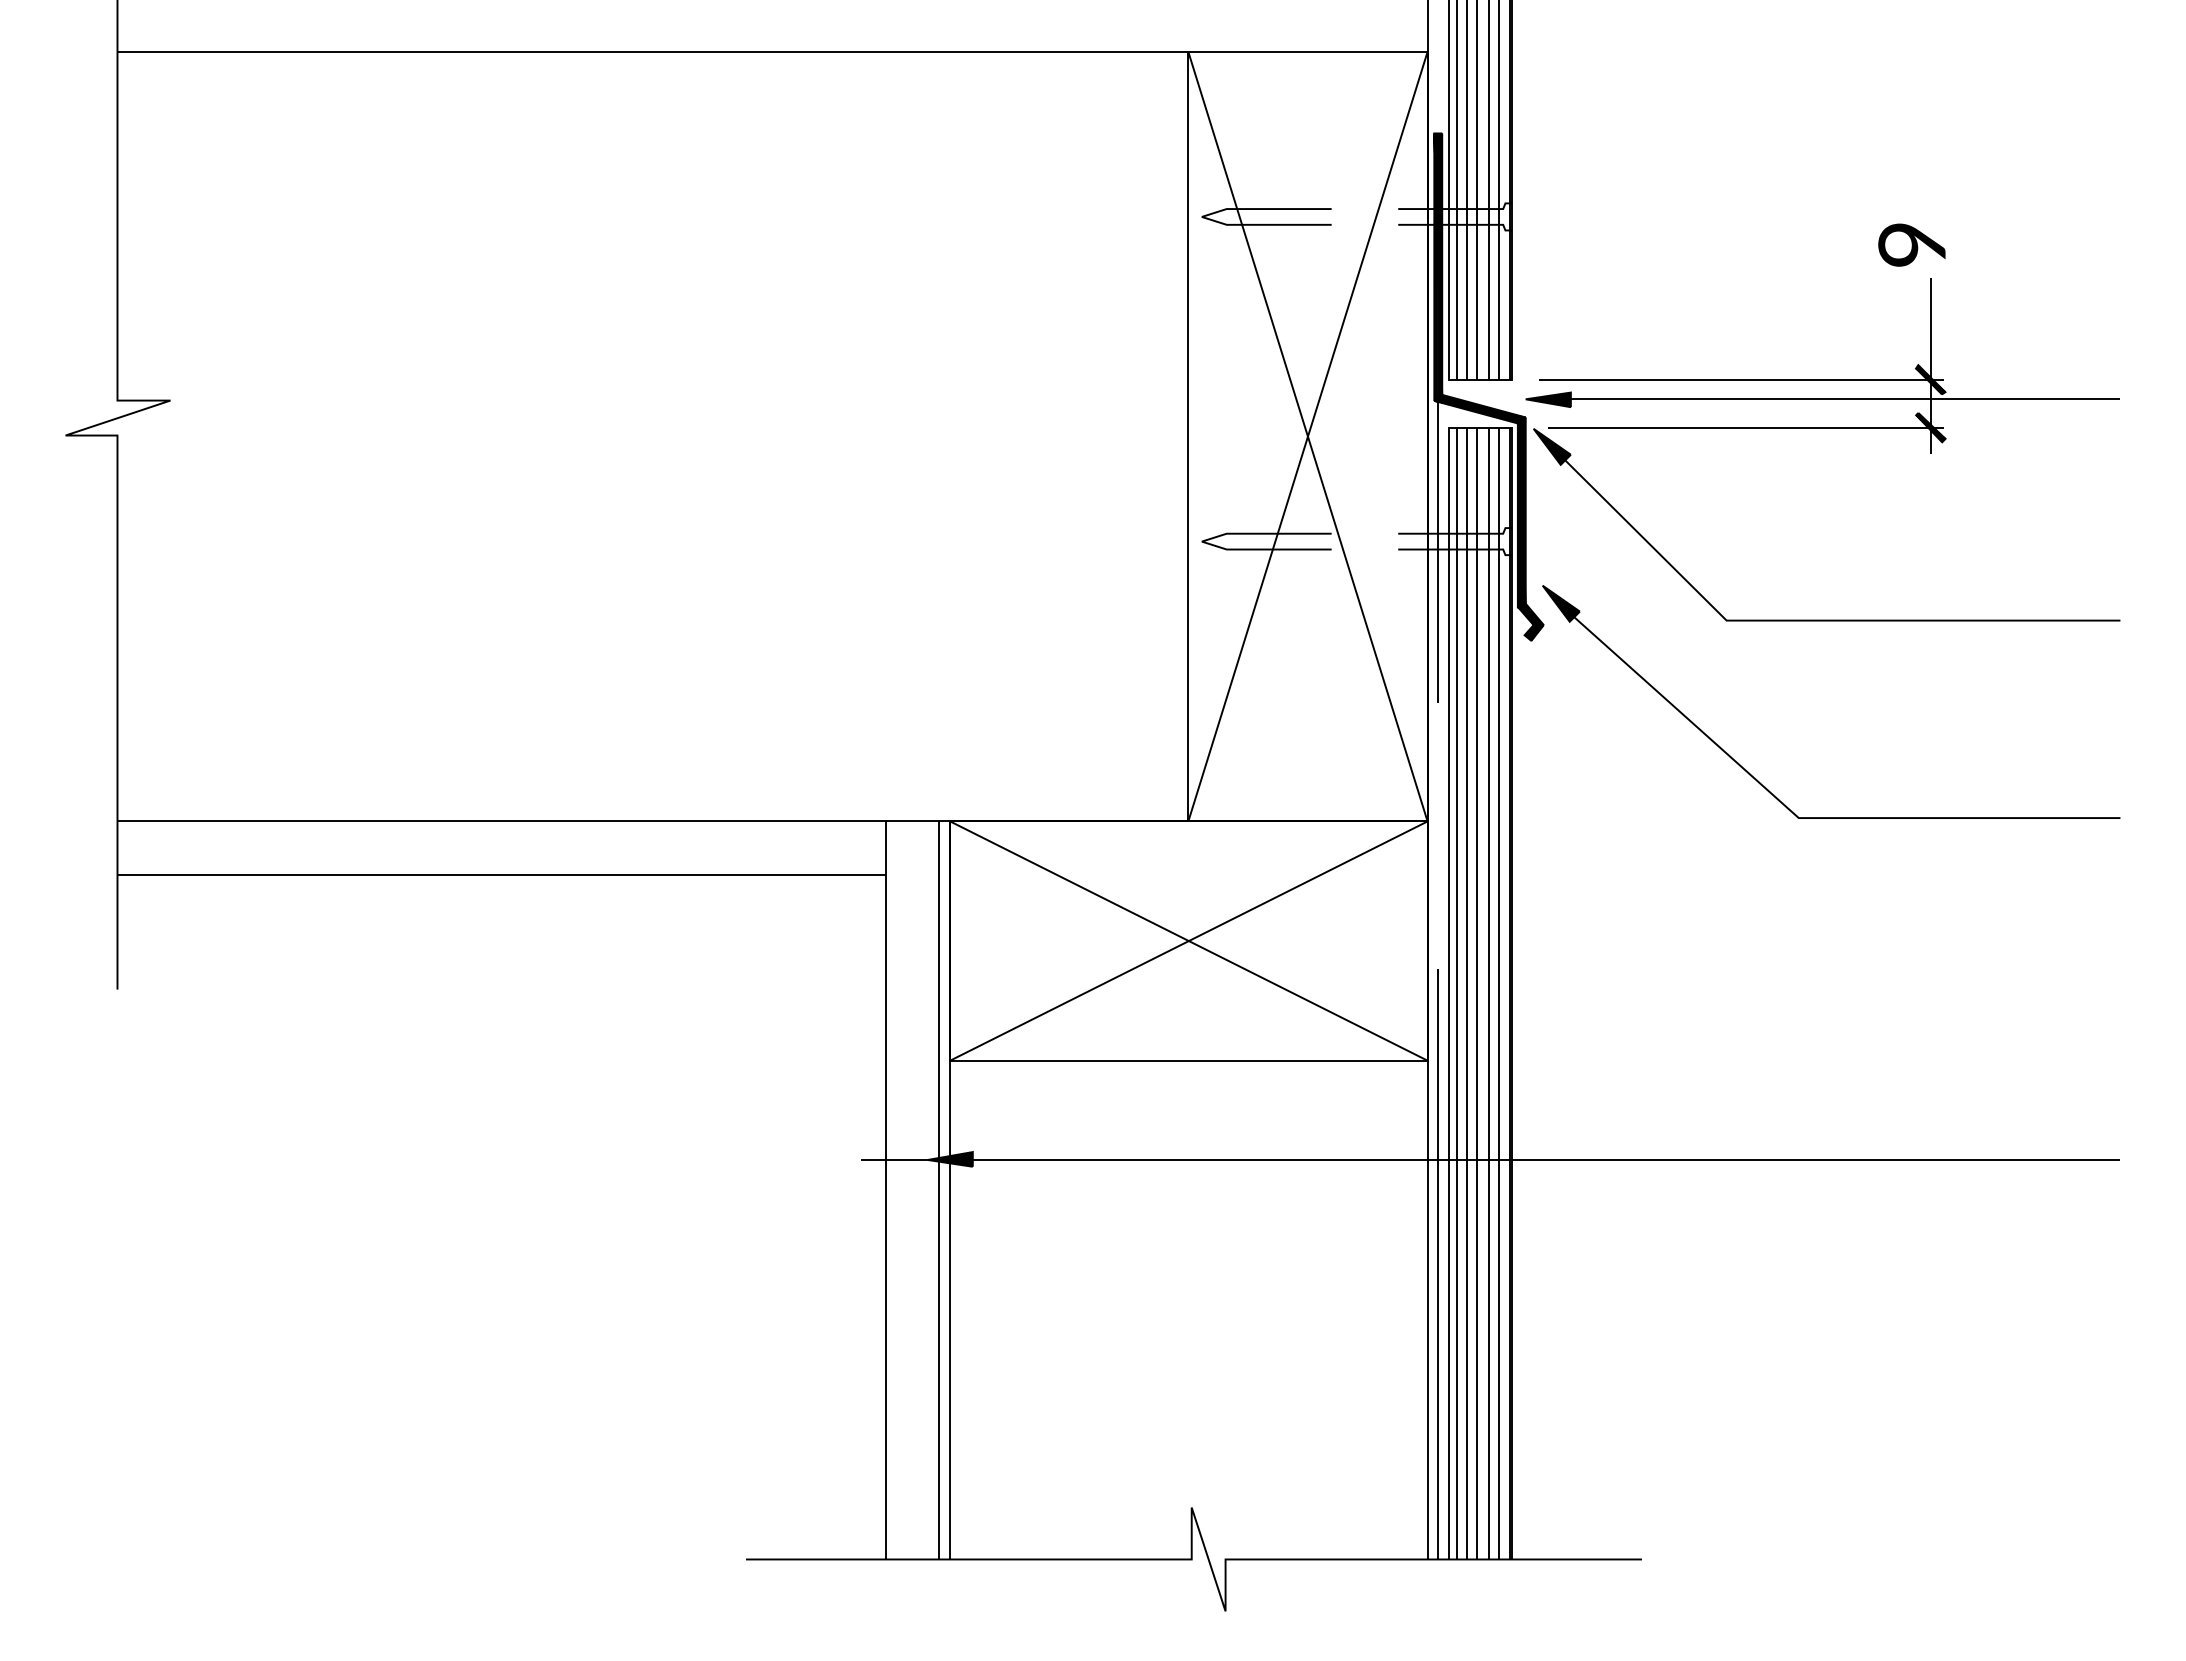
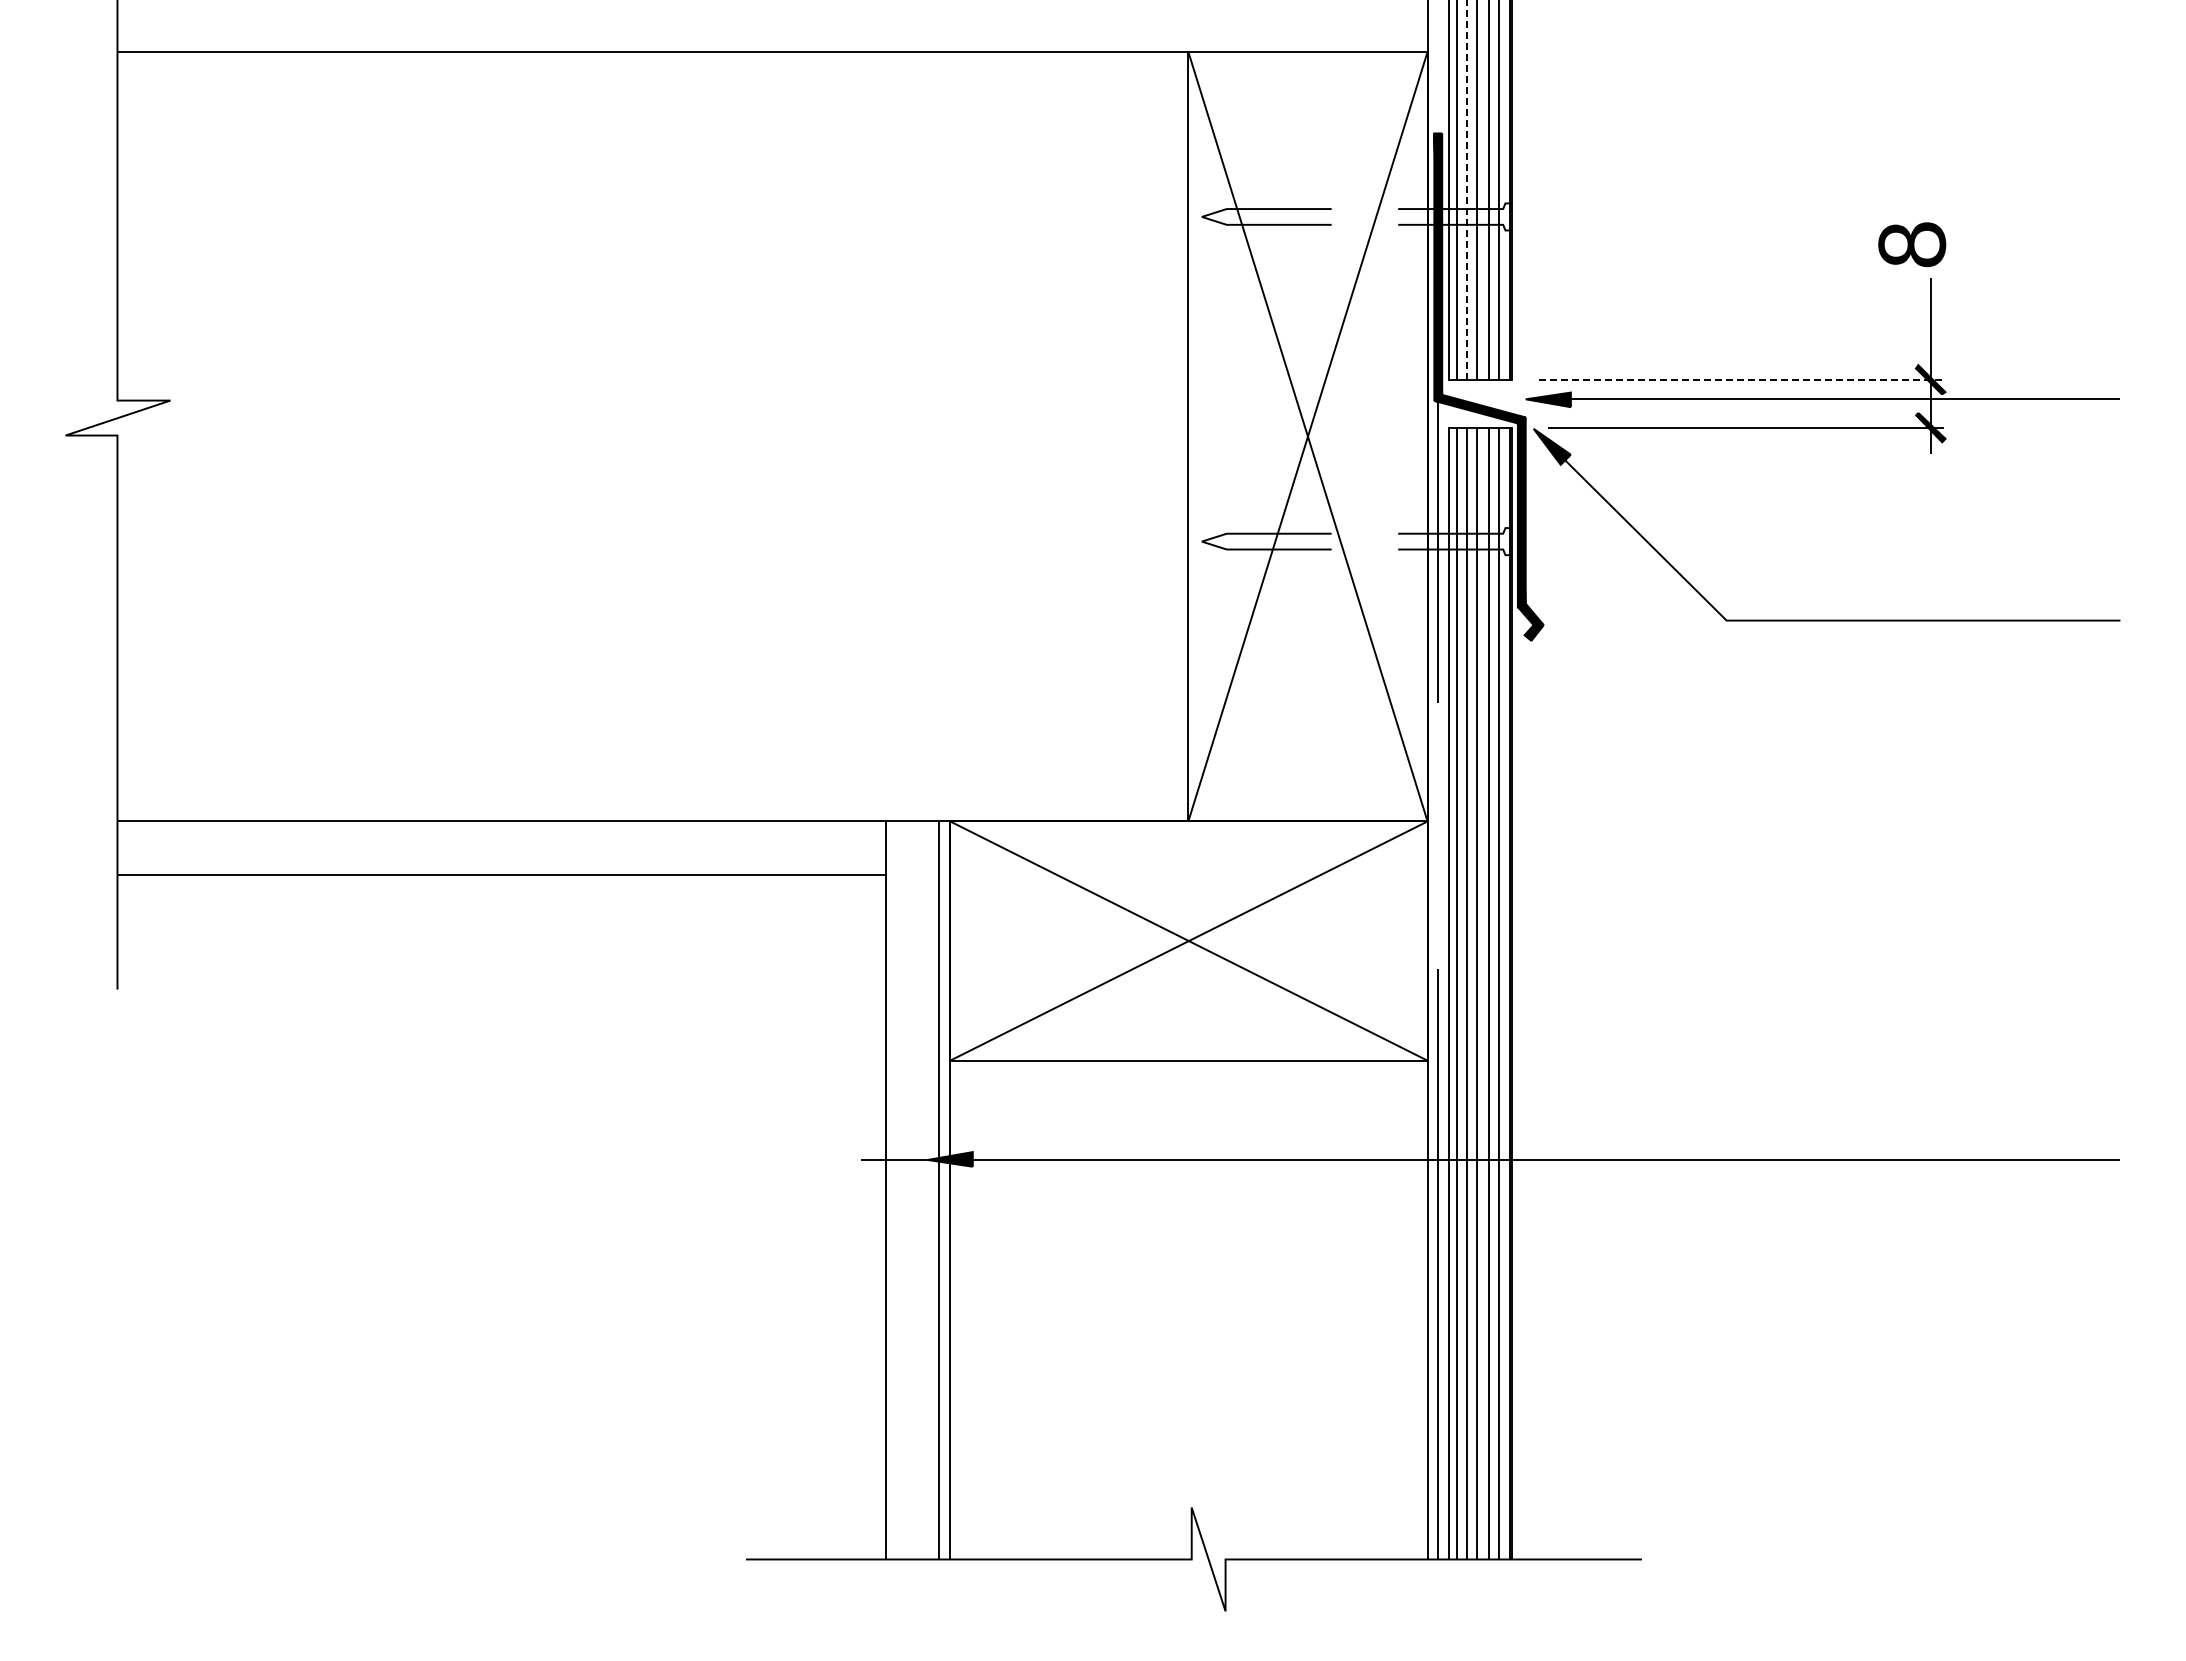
line at (1467, 189): solid -> dashed
text at (1913, 244): 9 -> 8
line at (1741, 379): solid -> dashed
part at (1756, 778): present -> none
